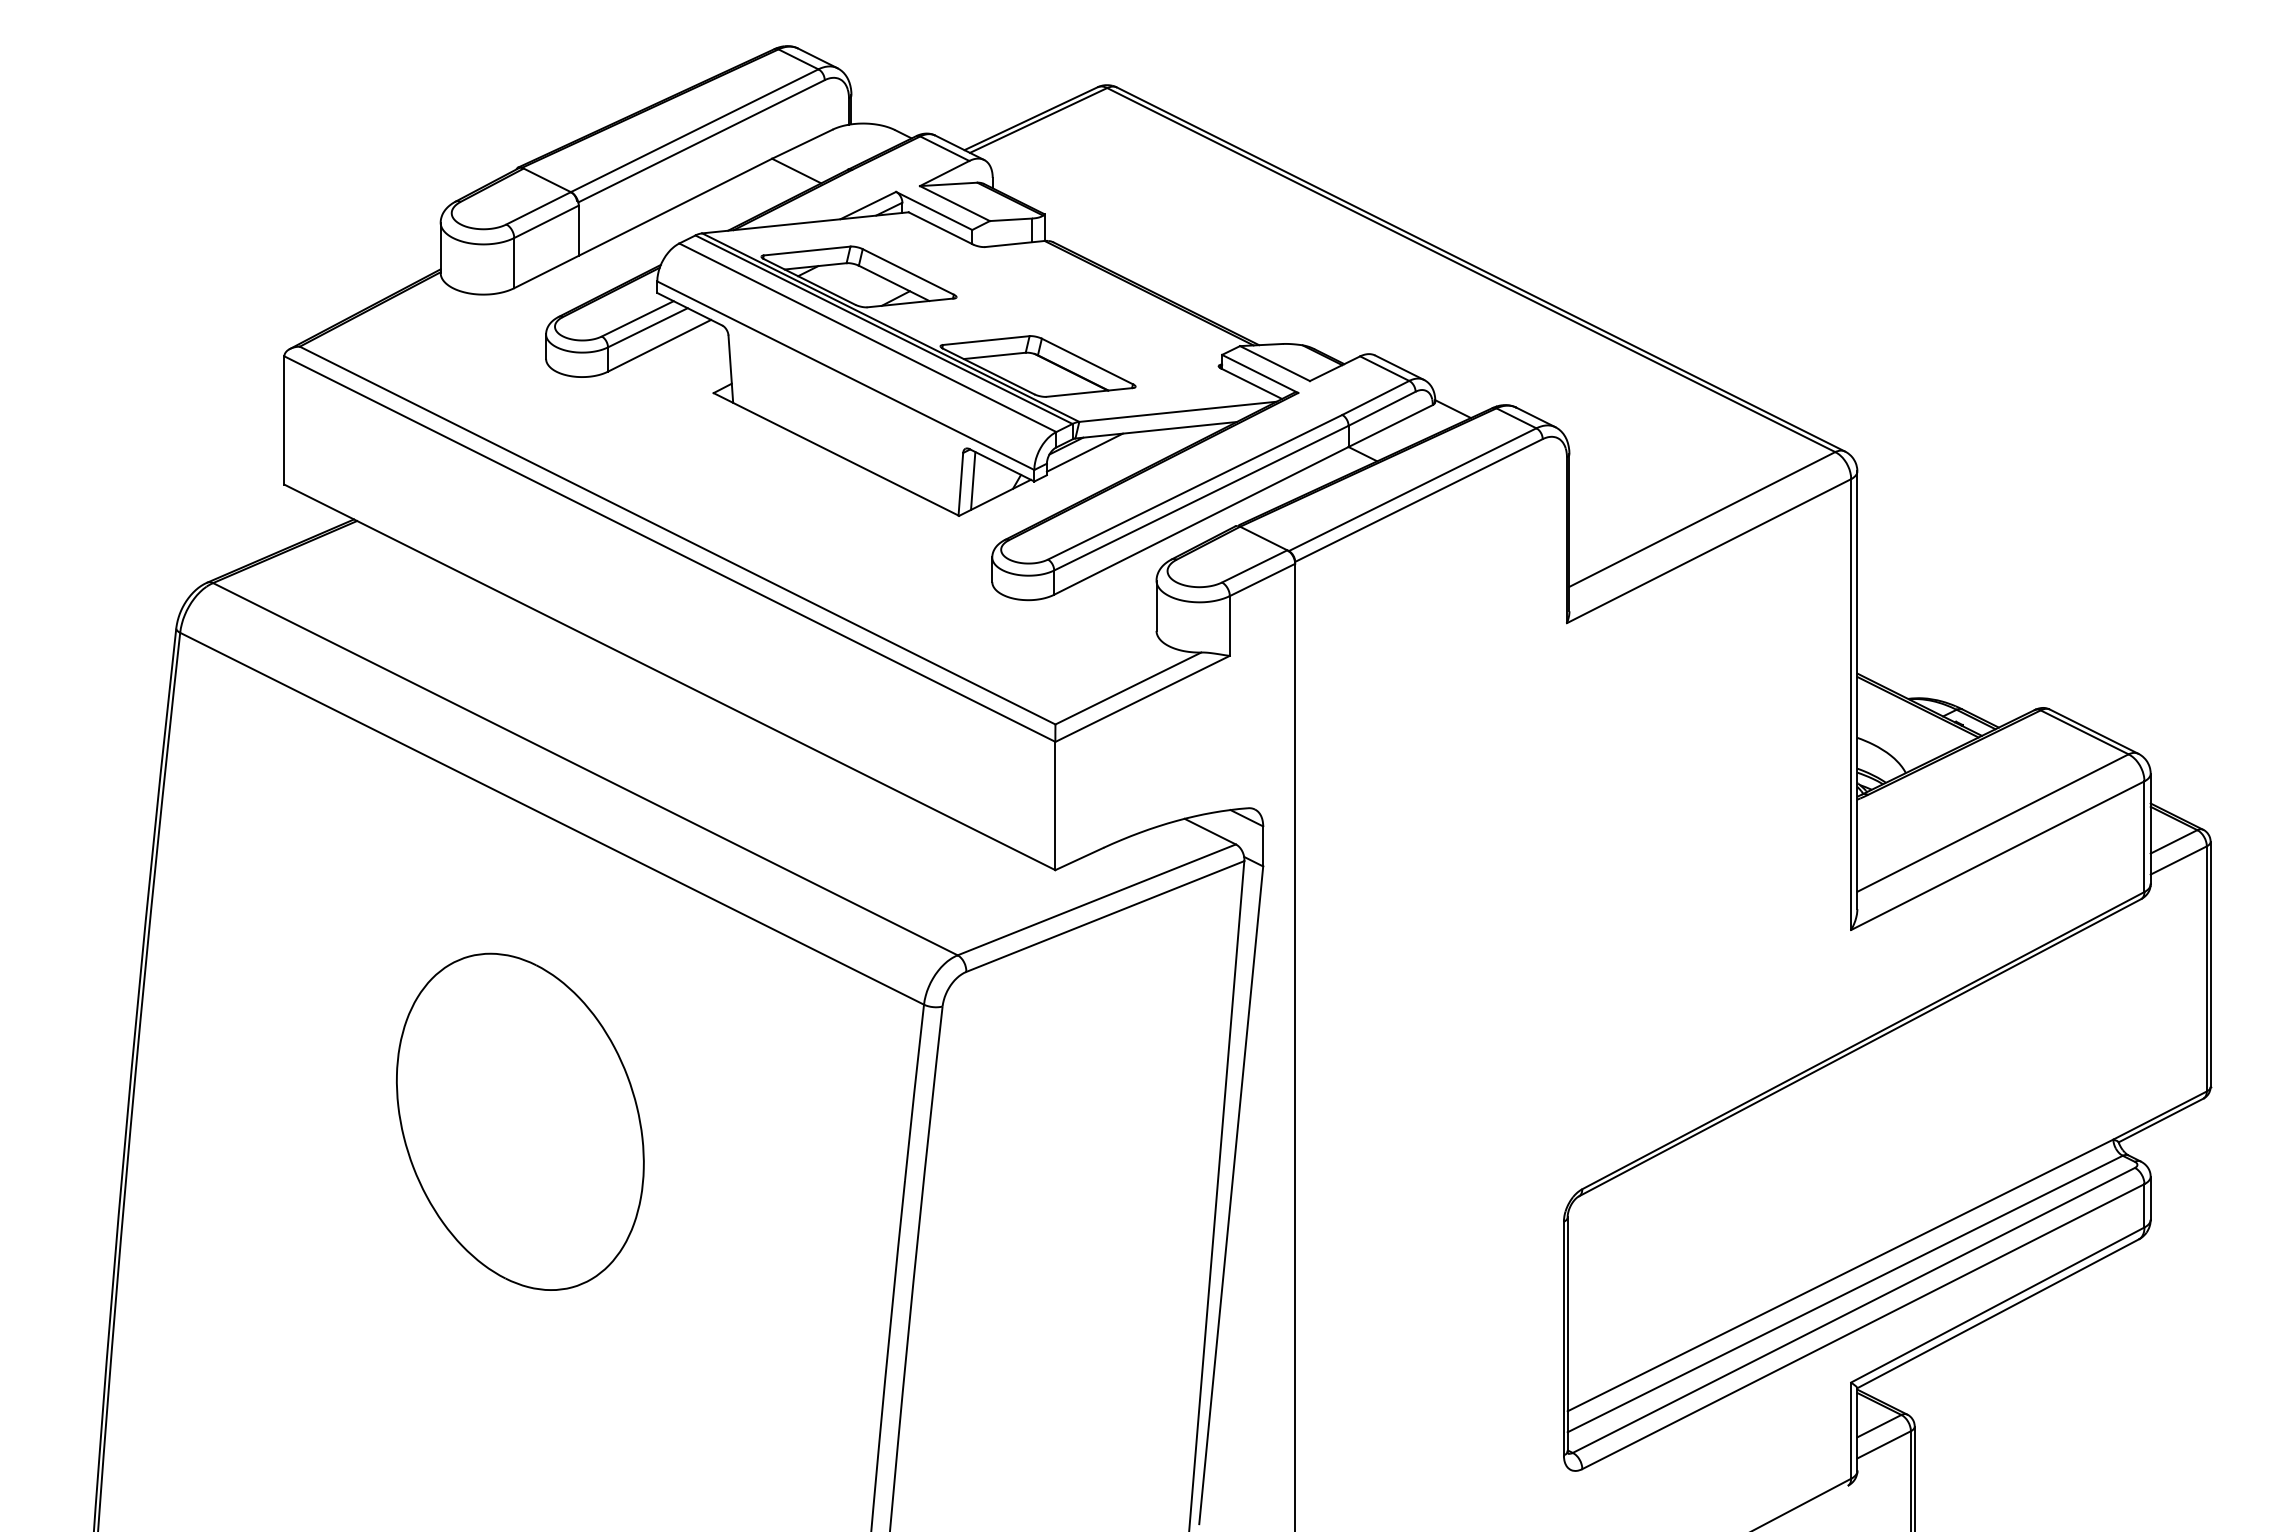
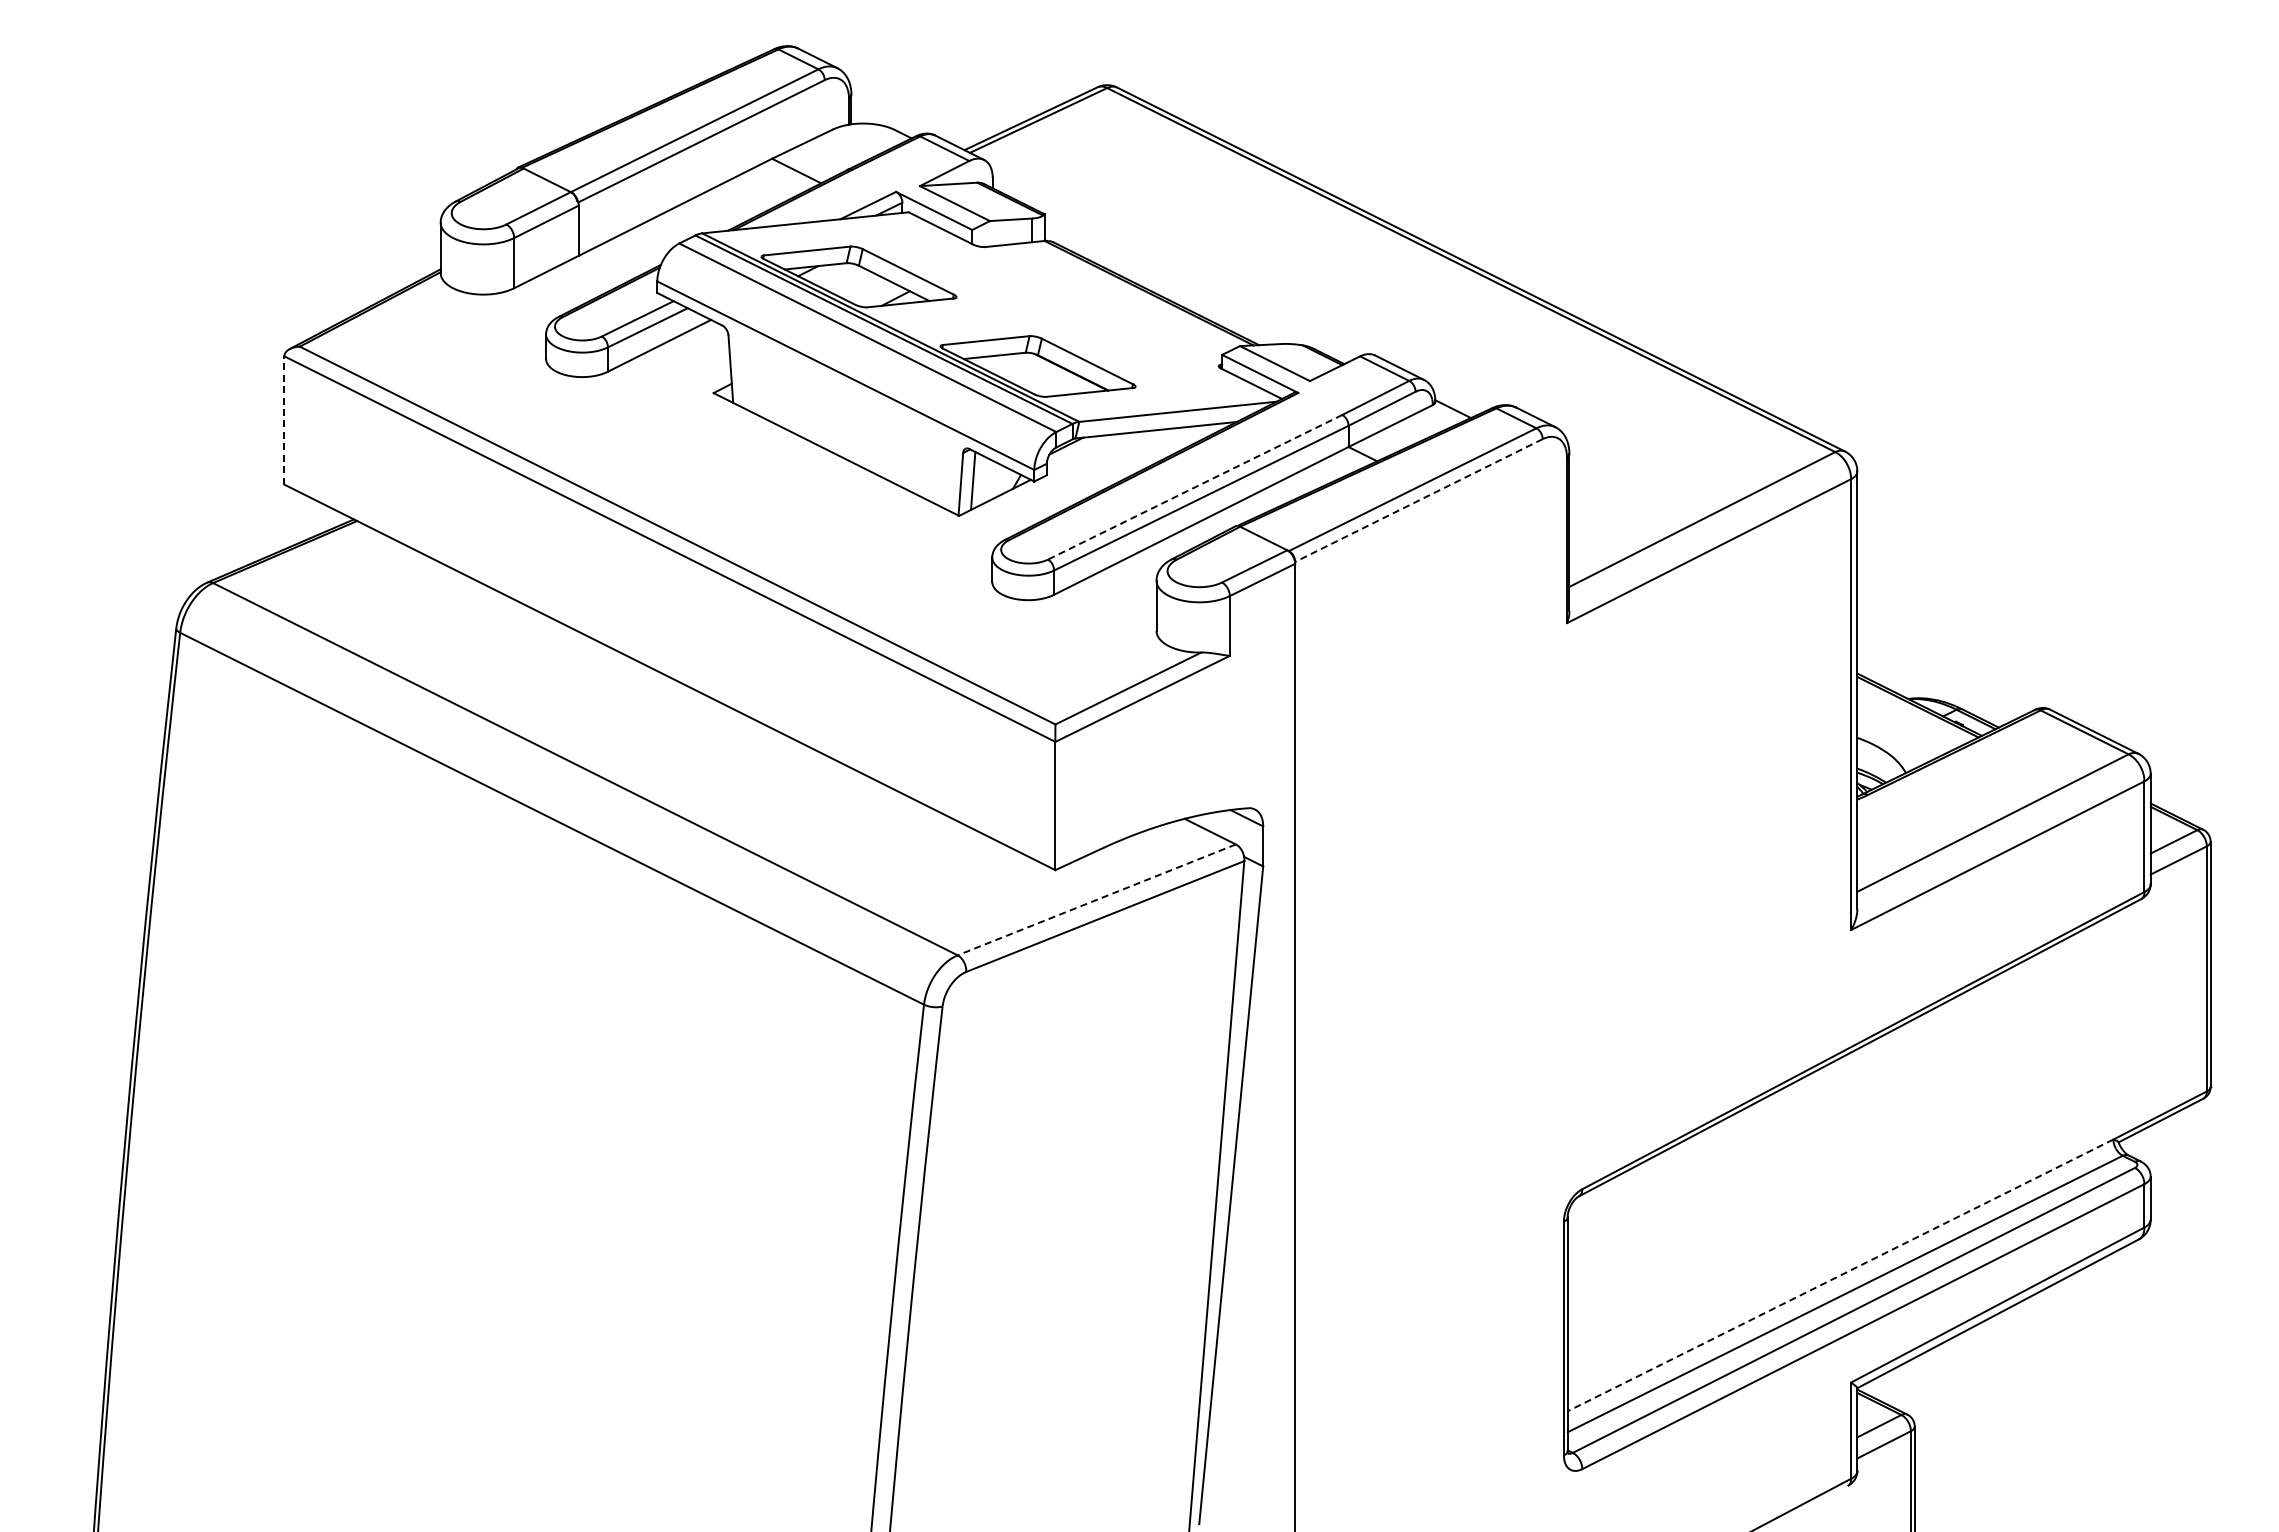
line at (284, 420): solid -> dashed
line at (1084, 452): present -> none
line at (1195, 487): solid -> dashed
line at (1418, 500): solid -> dashed
line at (1096, 899): solid -> dashed
part at (520, 1121): present -> none
line at (1840, 1275): solid -> dashed
